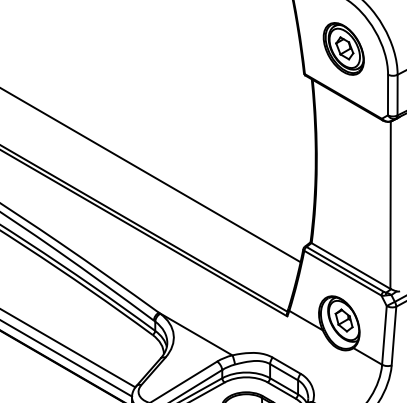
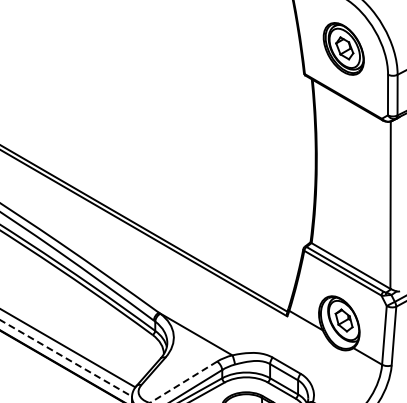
line at (151, 175): present -> none
line at (66, 358): solid -> dashed
line at (183, 382): solid -> dashed
